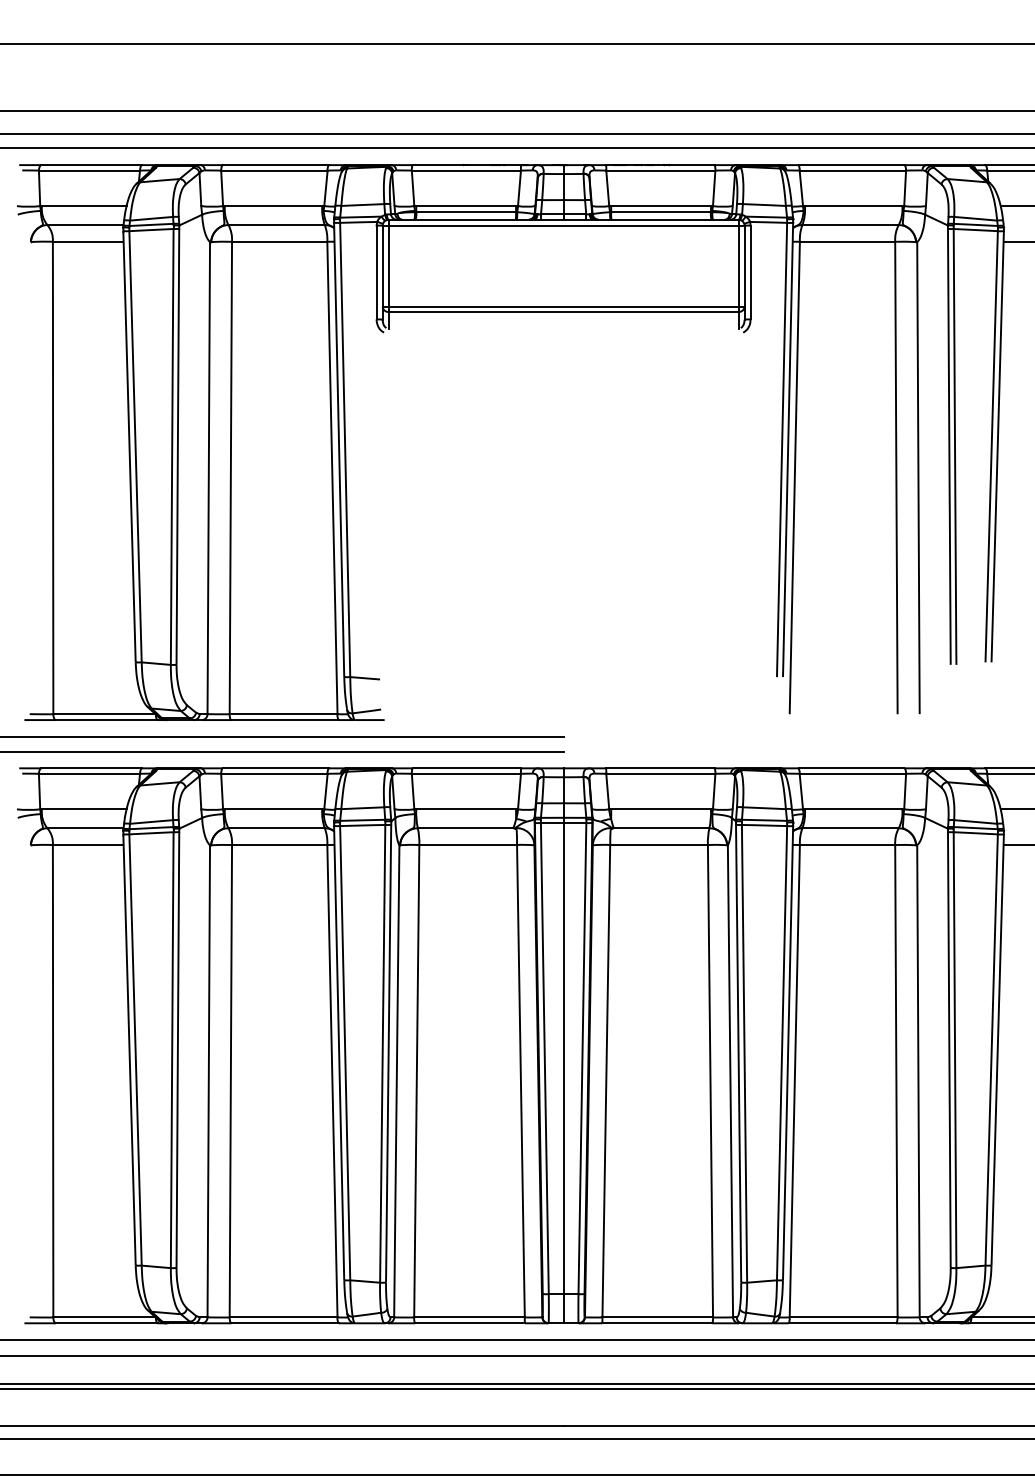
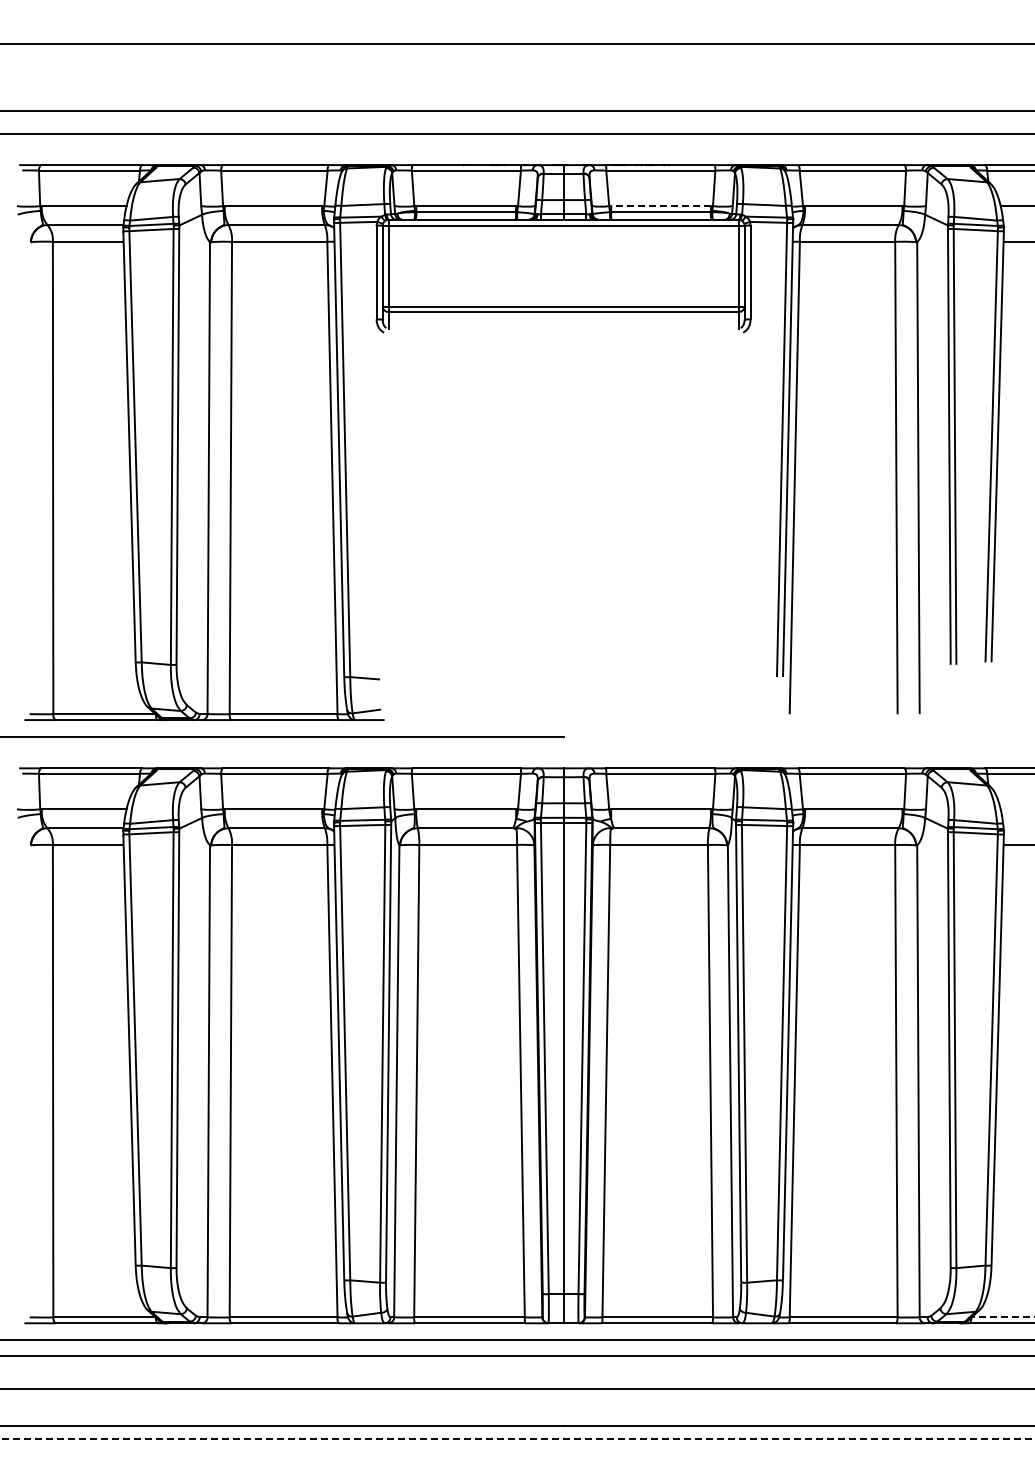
line at (516, 148): present -> none
line at (661, 206): solid -> dashed
line at (282, 751): present -> none
line at (1015, 809): present -> none
line at (1002, 1317): solid -> dashed
line at (516, 1383): present -> none
line at (517, 1438): solid -> dashed
line at (516, 1474): present -> none
